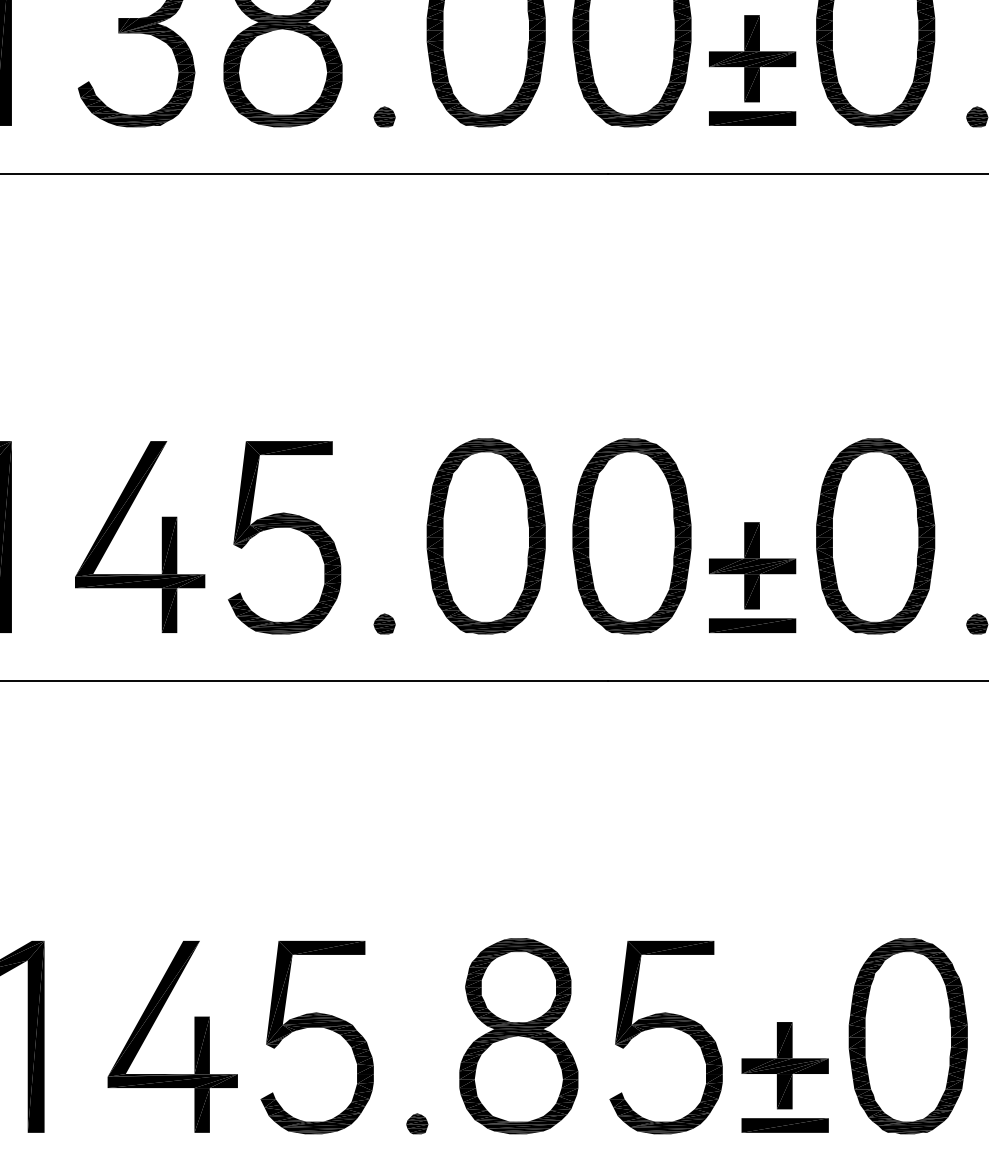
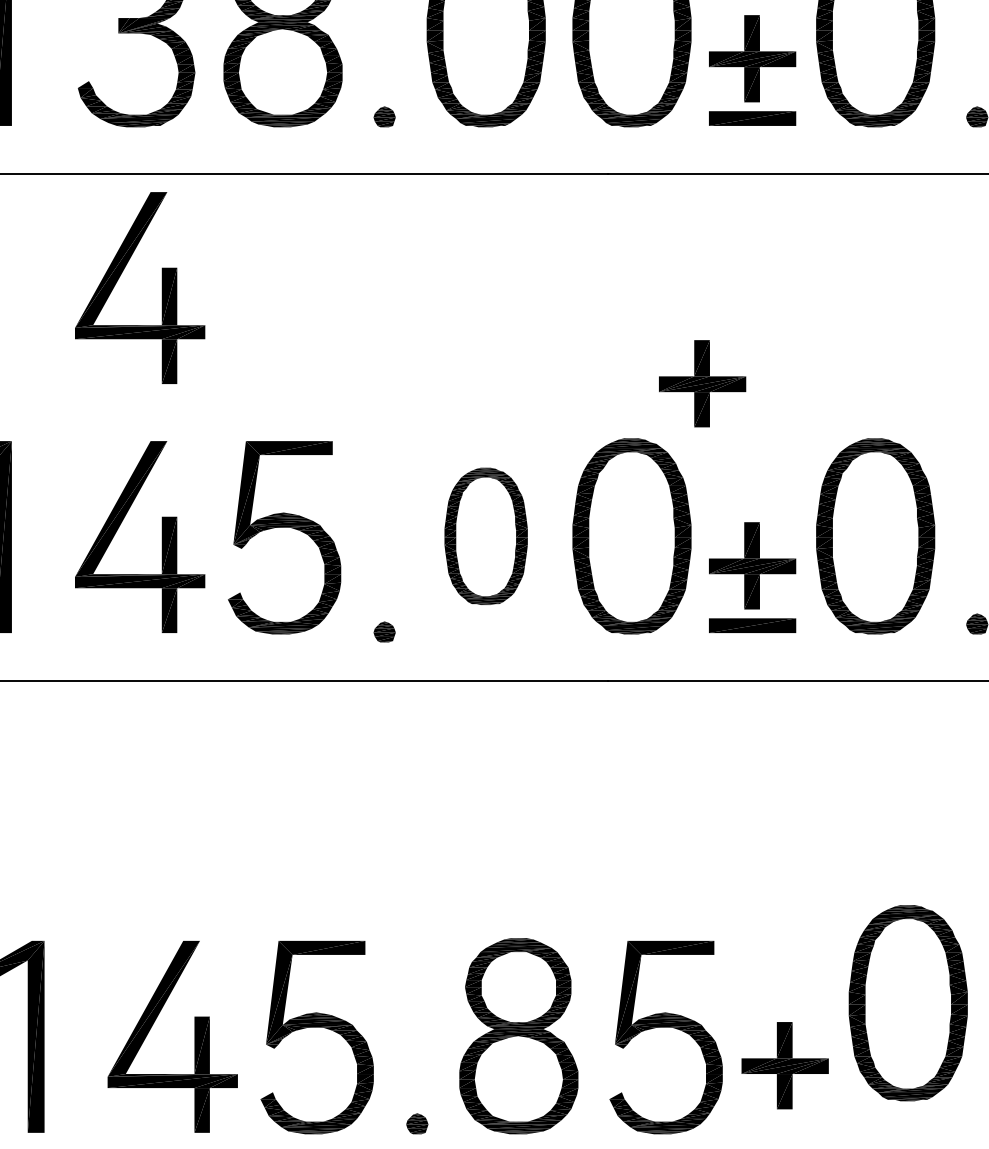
part at (161, 287): none -> present
part at (702, 383): none -> present
part at (485, 536) size: 120x197 px -> 84x138 px
part at (384, 623) position: (384, 623) -> (384, 631)
part at (907, 1036) position: (907, 1036) -> (907, 1003)
part at (784, 1125): present -> none
